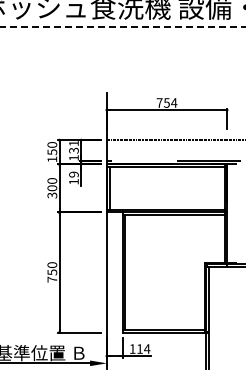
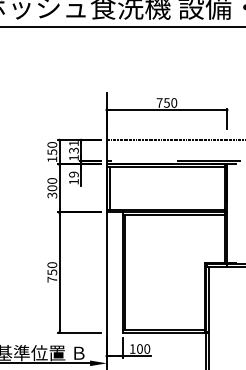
line at (123, 27): dashed -> solid
text at (174, 102): 754 -> 750
text at (143, 348): 114 -> 100
